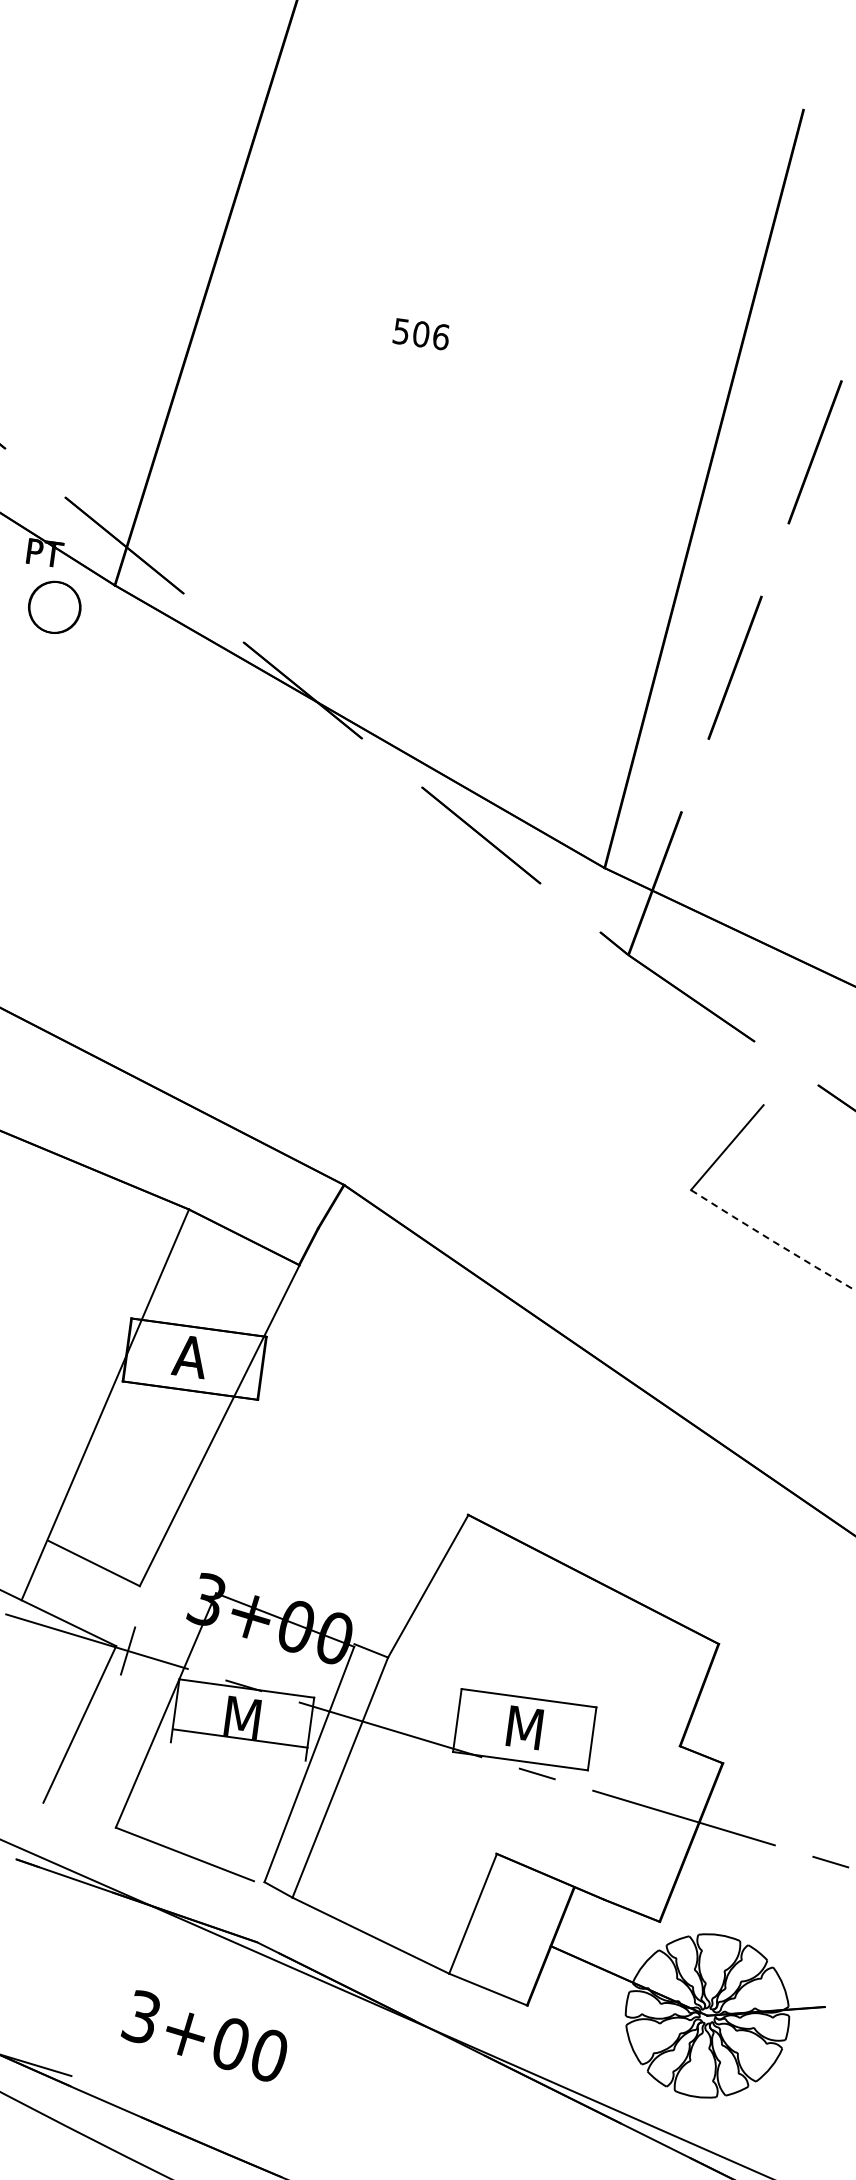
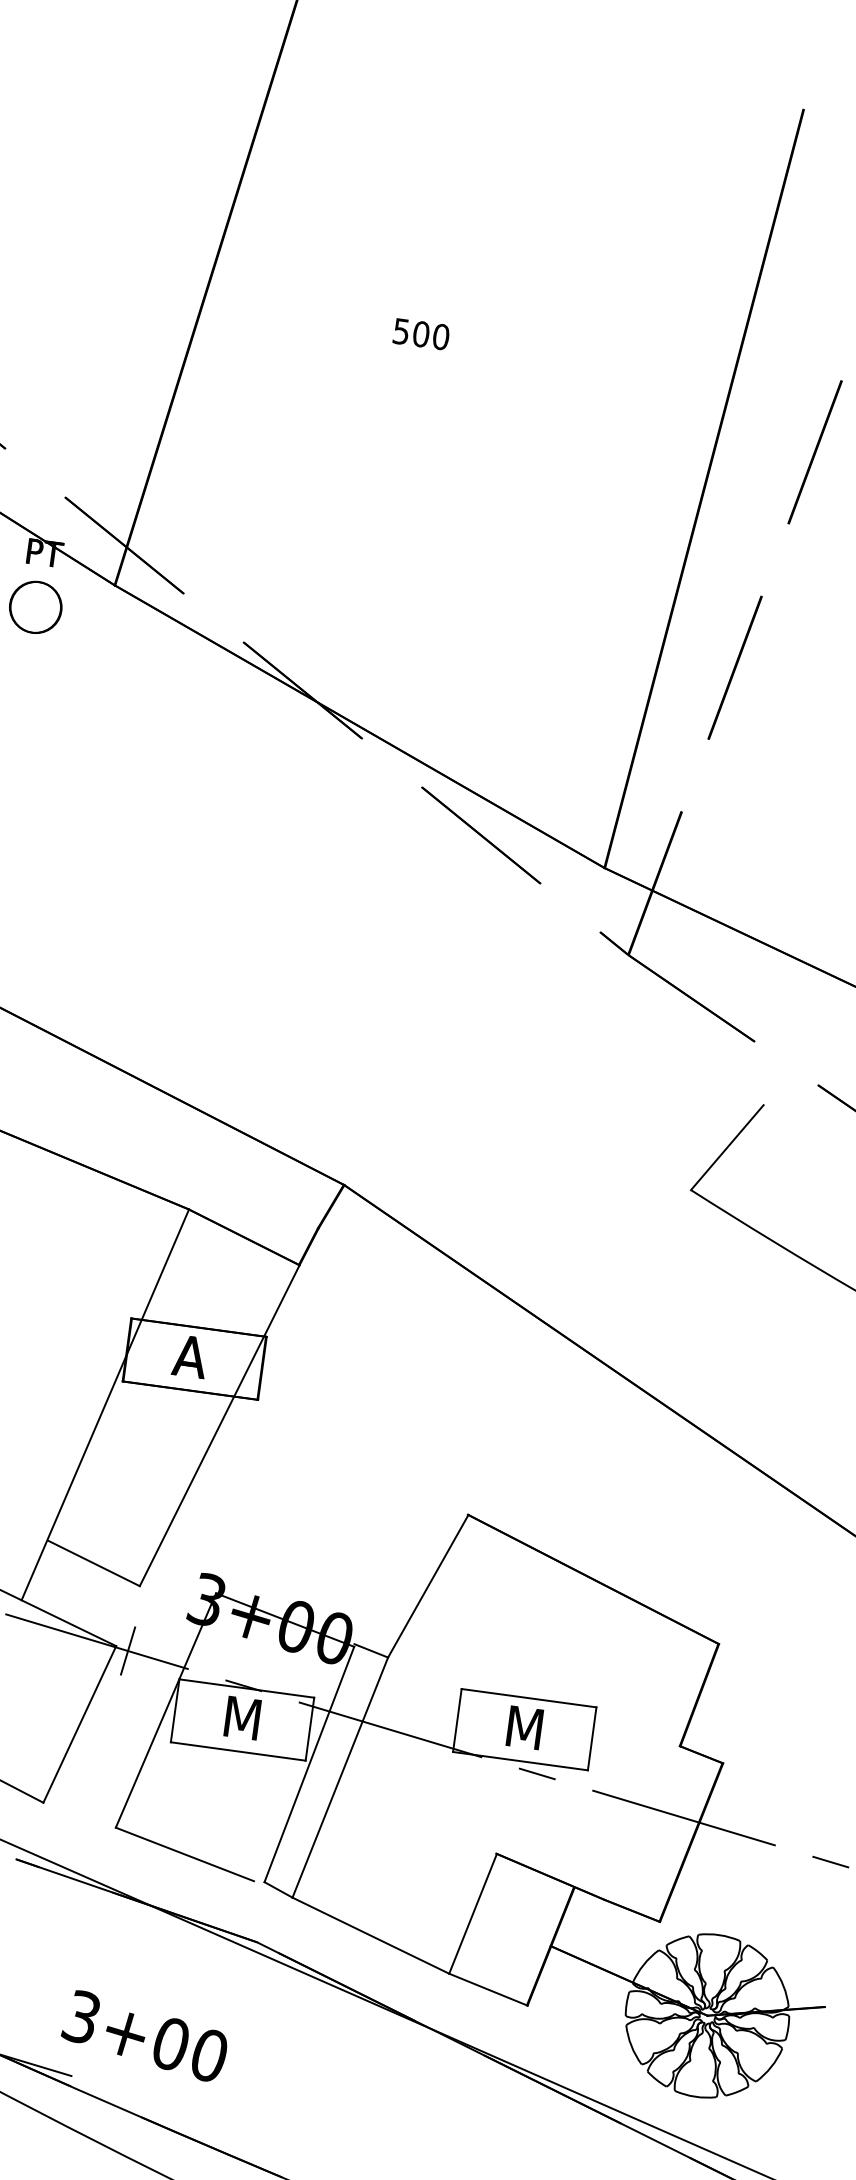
text at (441, 337): 506 -> 500
circle at (54, 606) position: (54, 606) -> (35, 606)
arc at (773, 1241): dashed -> solid
line at (239, 1738) position: (239, 1738) -> (237, 1751)
line at (22, 1791): none -> present
text at (203, 2035) position: (203, 2035) -> (143, 2035)
